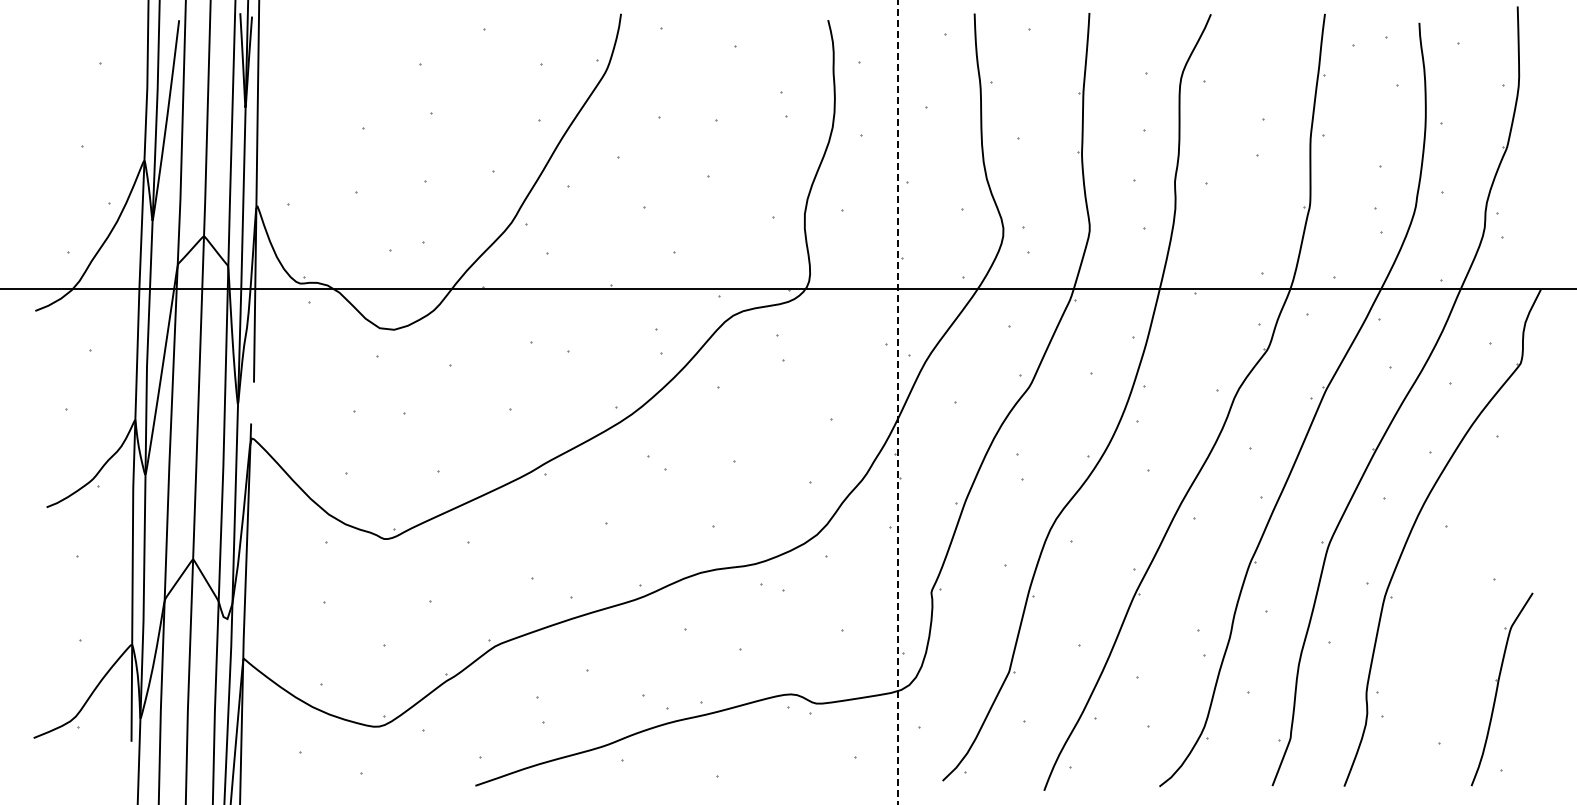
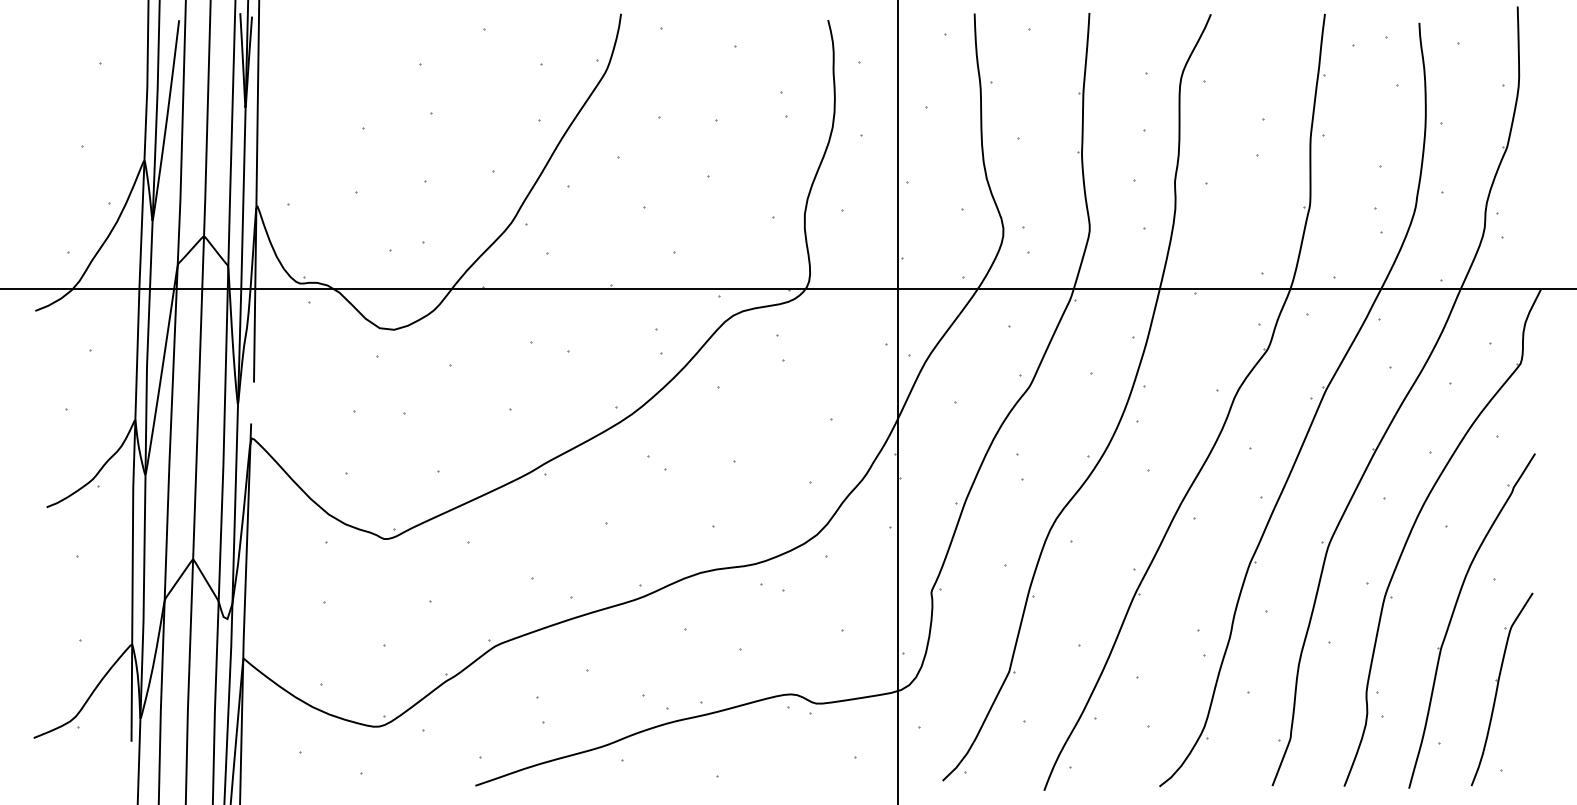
line at (898, 402): dashed -> solid
part at (1453, 615): none -> present
